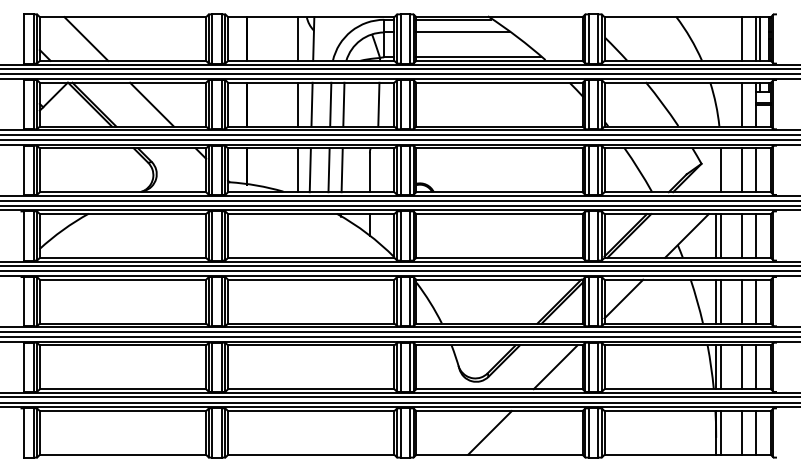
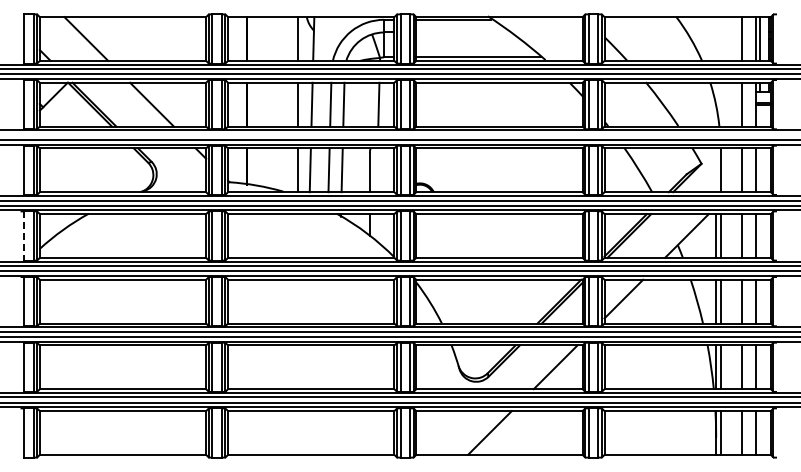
line at (463, 32): present -> none
line at (399, 134): present -> none
line at (24, 236): solid -> dashed
